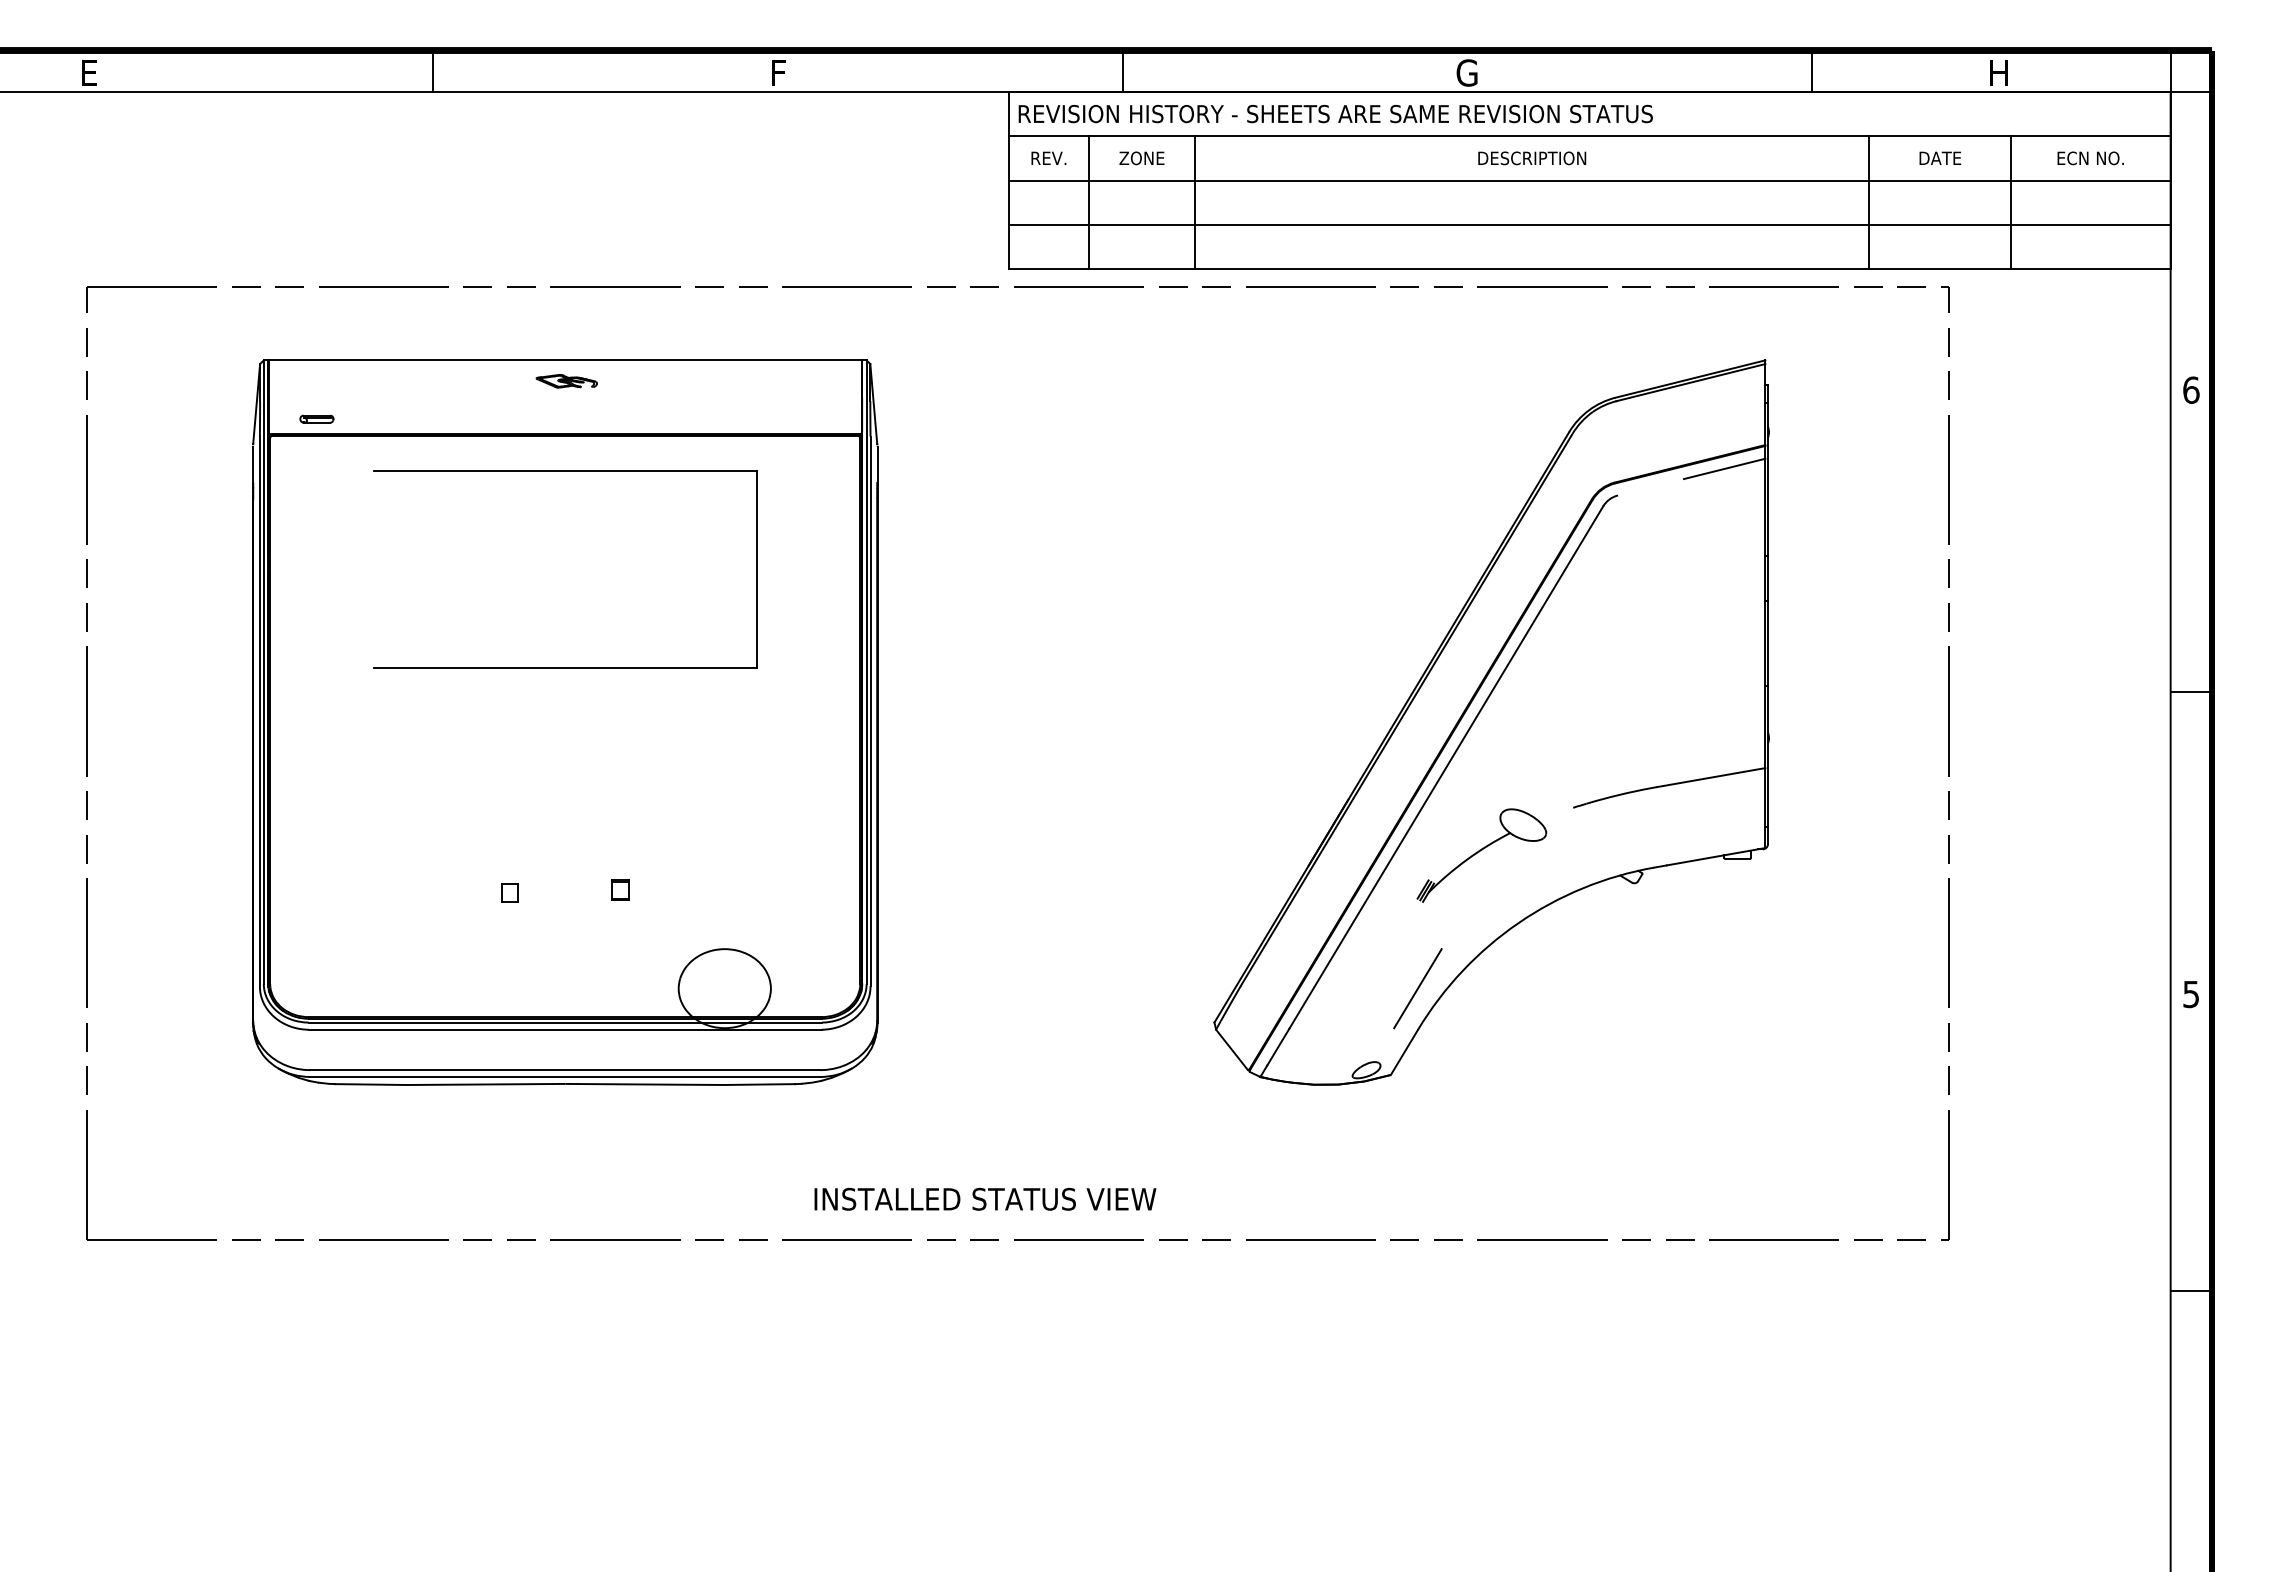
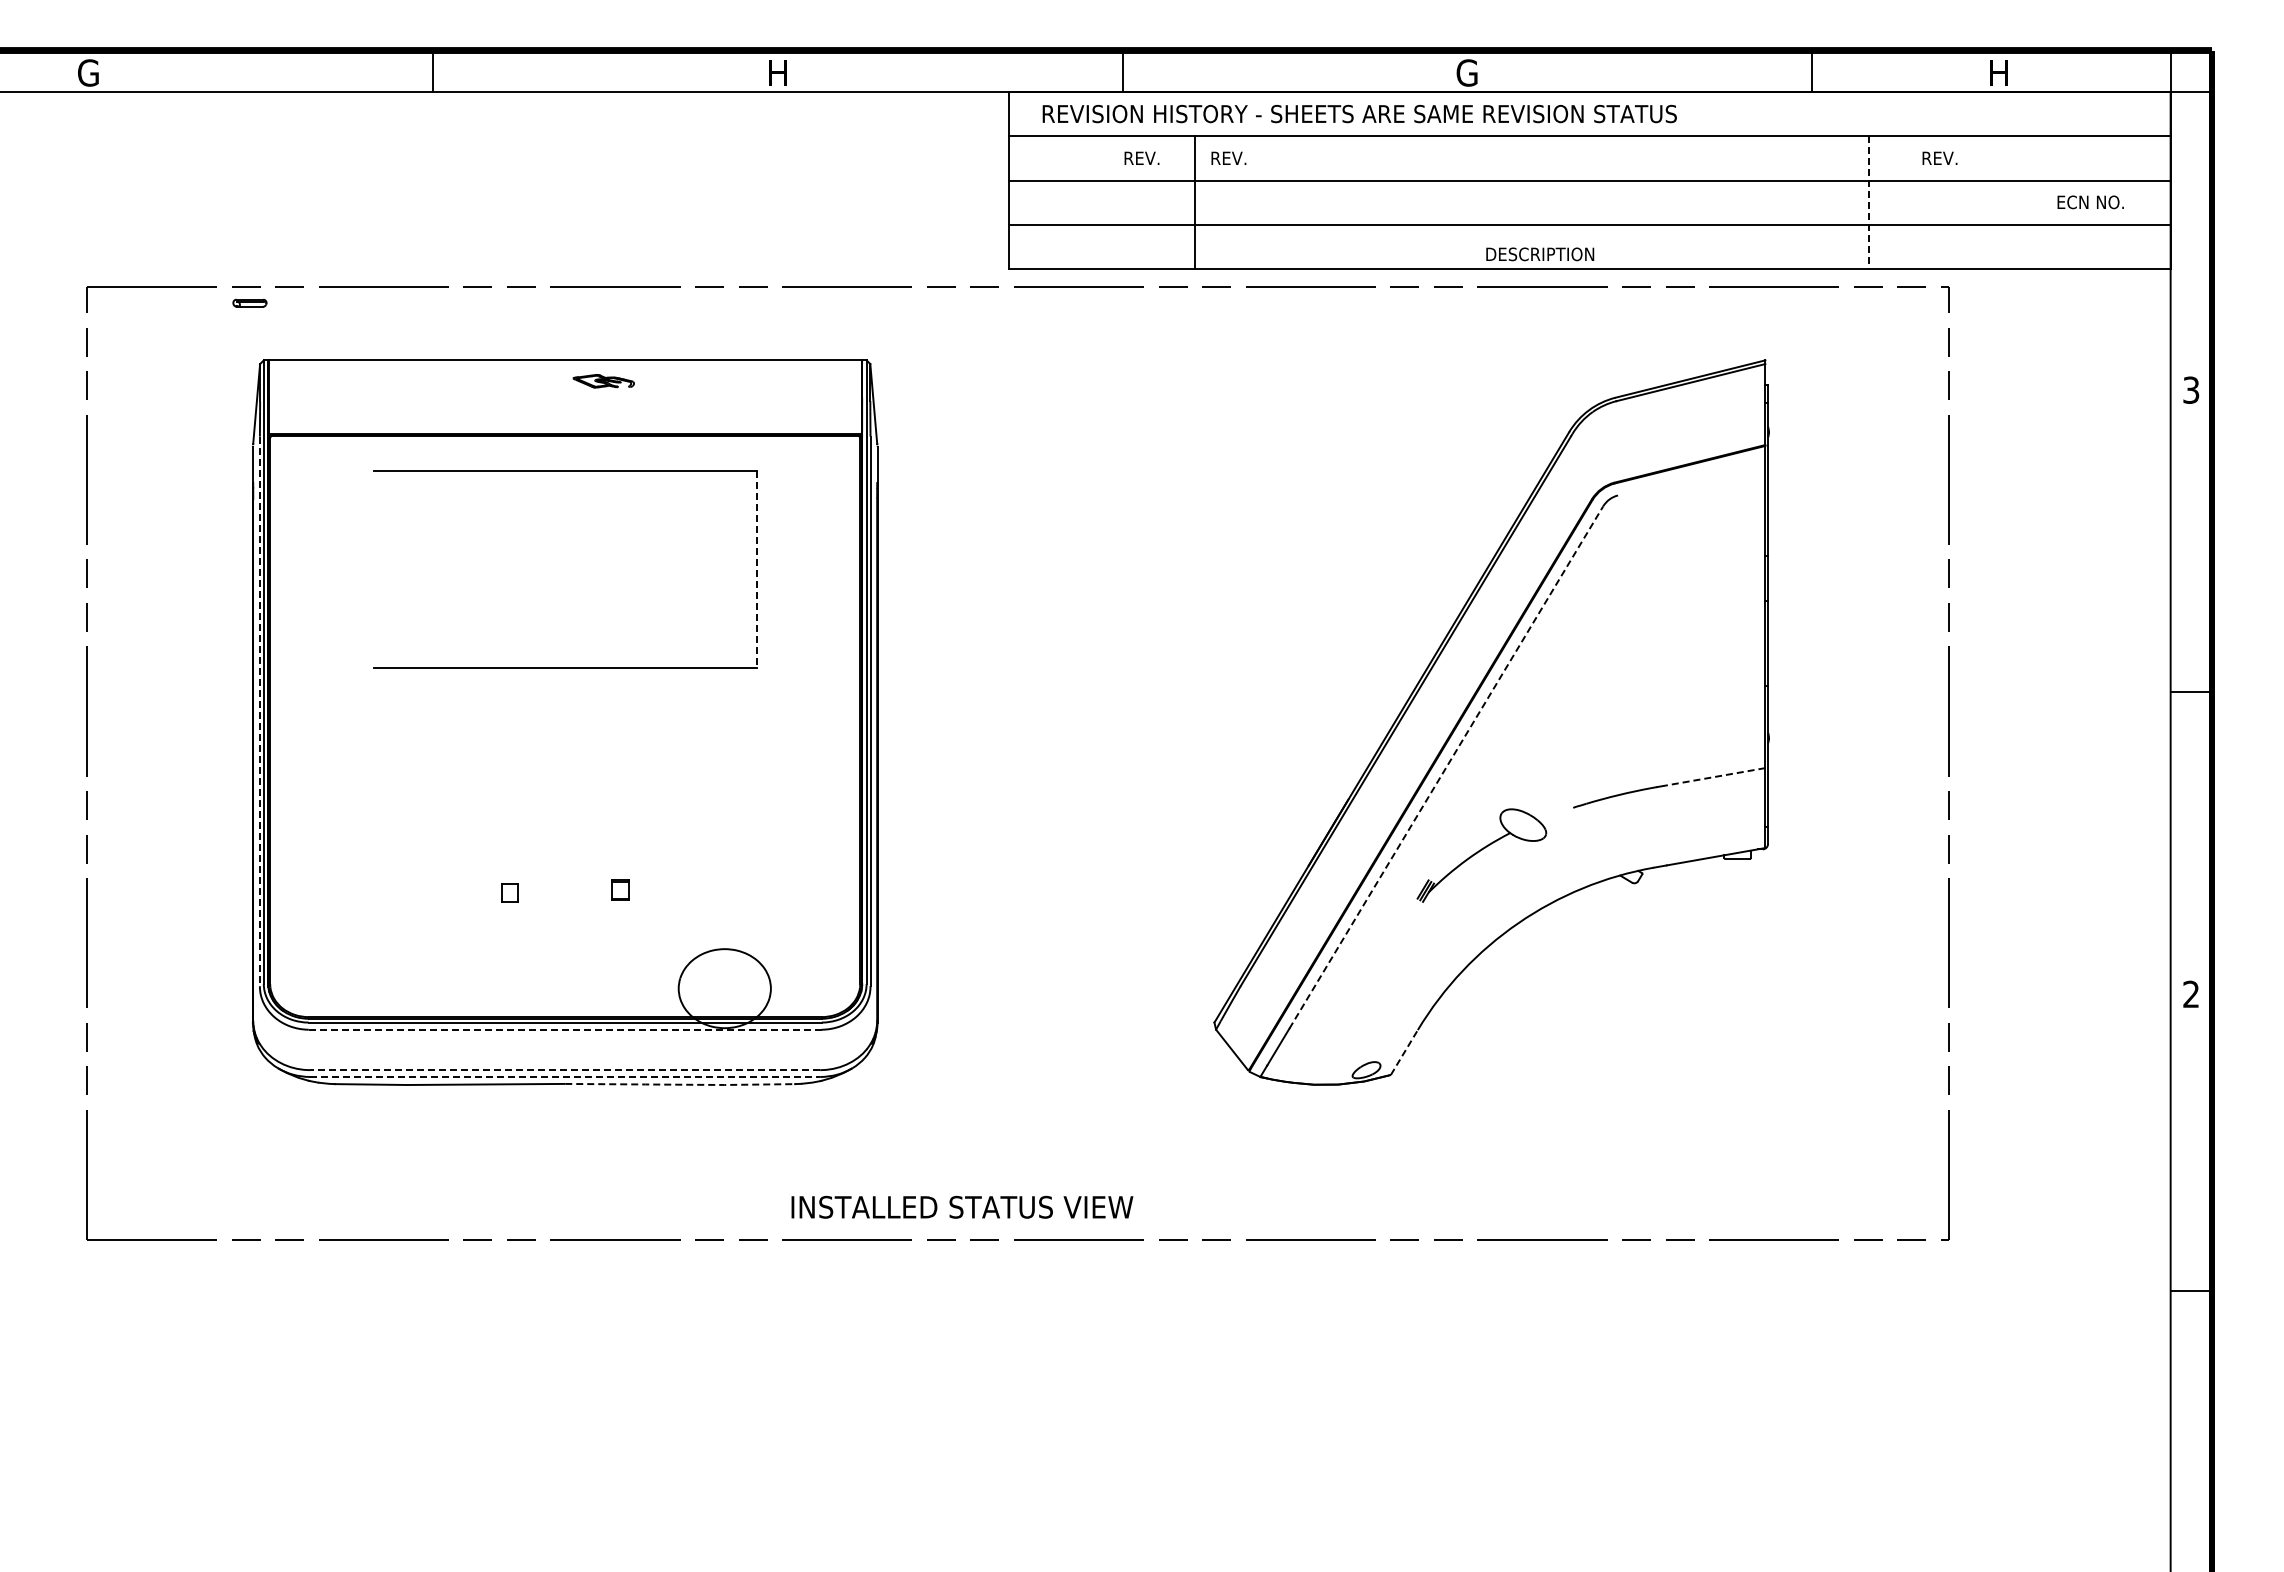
text at (88, 72): E -> G
text at (777, 72): F -> H
text at (1335, 113) position: (1335, 113) -> (1359, 113)
text at (1048, 157) position: (1048, 157) -> (1228, 157)
text at (1940, 157): DATE -> REV.
text at (1141, 158): ZONE -> REV.
text at (1532, 158) position: (1532, 158) -> (1540, 254)
text at (2090, 158) position: (2090, 158) -> (2090, 202)
line at (1088, 202): present -> none
line at (2011, 202): present -> none
line at (1869, 203): solid -> dashed
part at (566, 381) position: (566, 381) -> (603, 381)
text at (2191, 389): 6 -> 3
part at (316, 418) position: (316, 418) -> (249, 302)
line at (1724, 468): present -> none
line at (756, 569): solid -> dashed
line at (259, 711): solid -> dashed
line at (1446, 767): solid -> dashed
line at (1714, 777): solid -> dashed
line at (1417, 988): present -> none
text at (2190, 994): 5 -> 2
line at (565, 1029): solid -> dashed
line at (1404, 1052): solid -> dashed
line at (565, 1070): solid -> dashed
line at (565, 1076): solid -> dashed
line at (680, 1084): solid -> dashed
text at (985, 1198) position: (985, 1198) -> (962, 1206)
